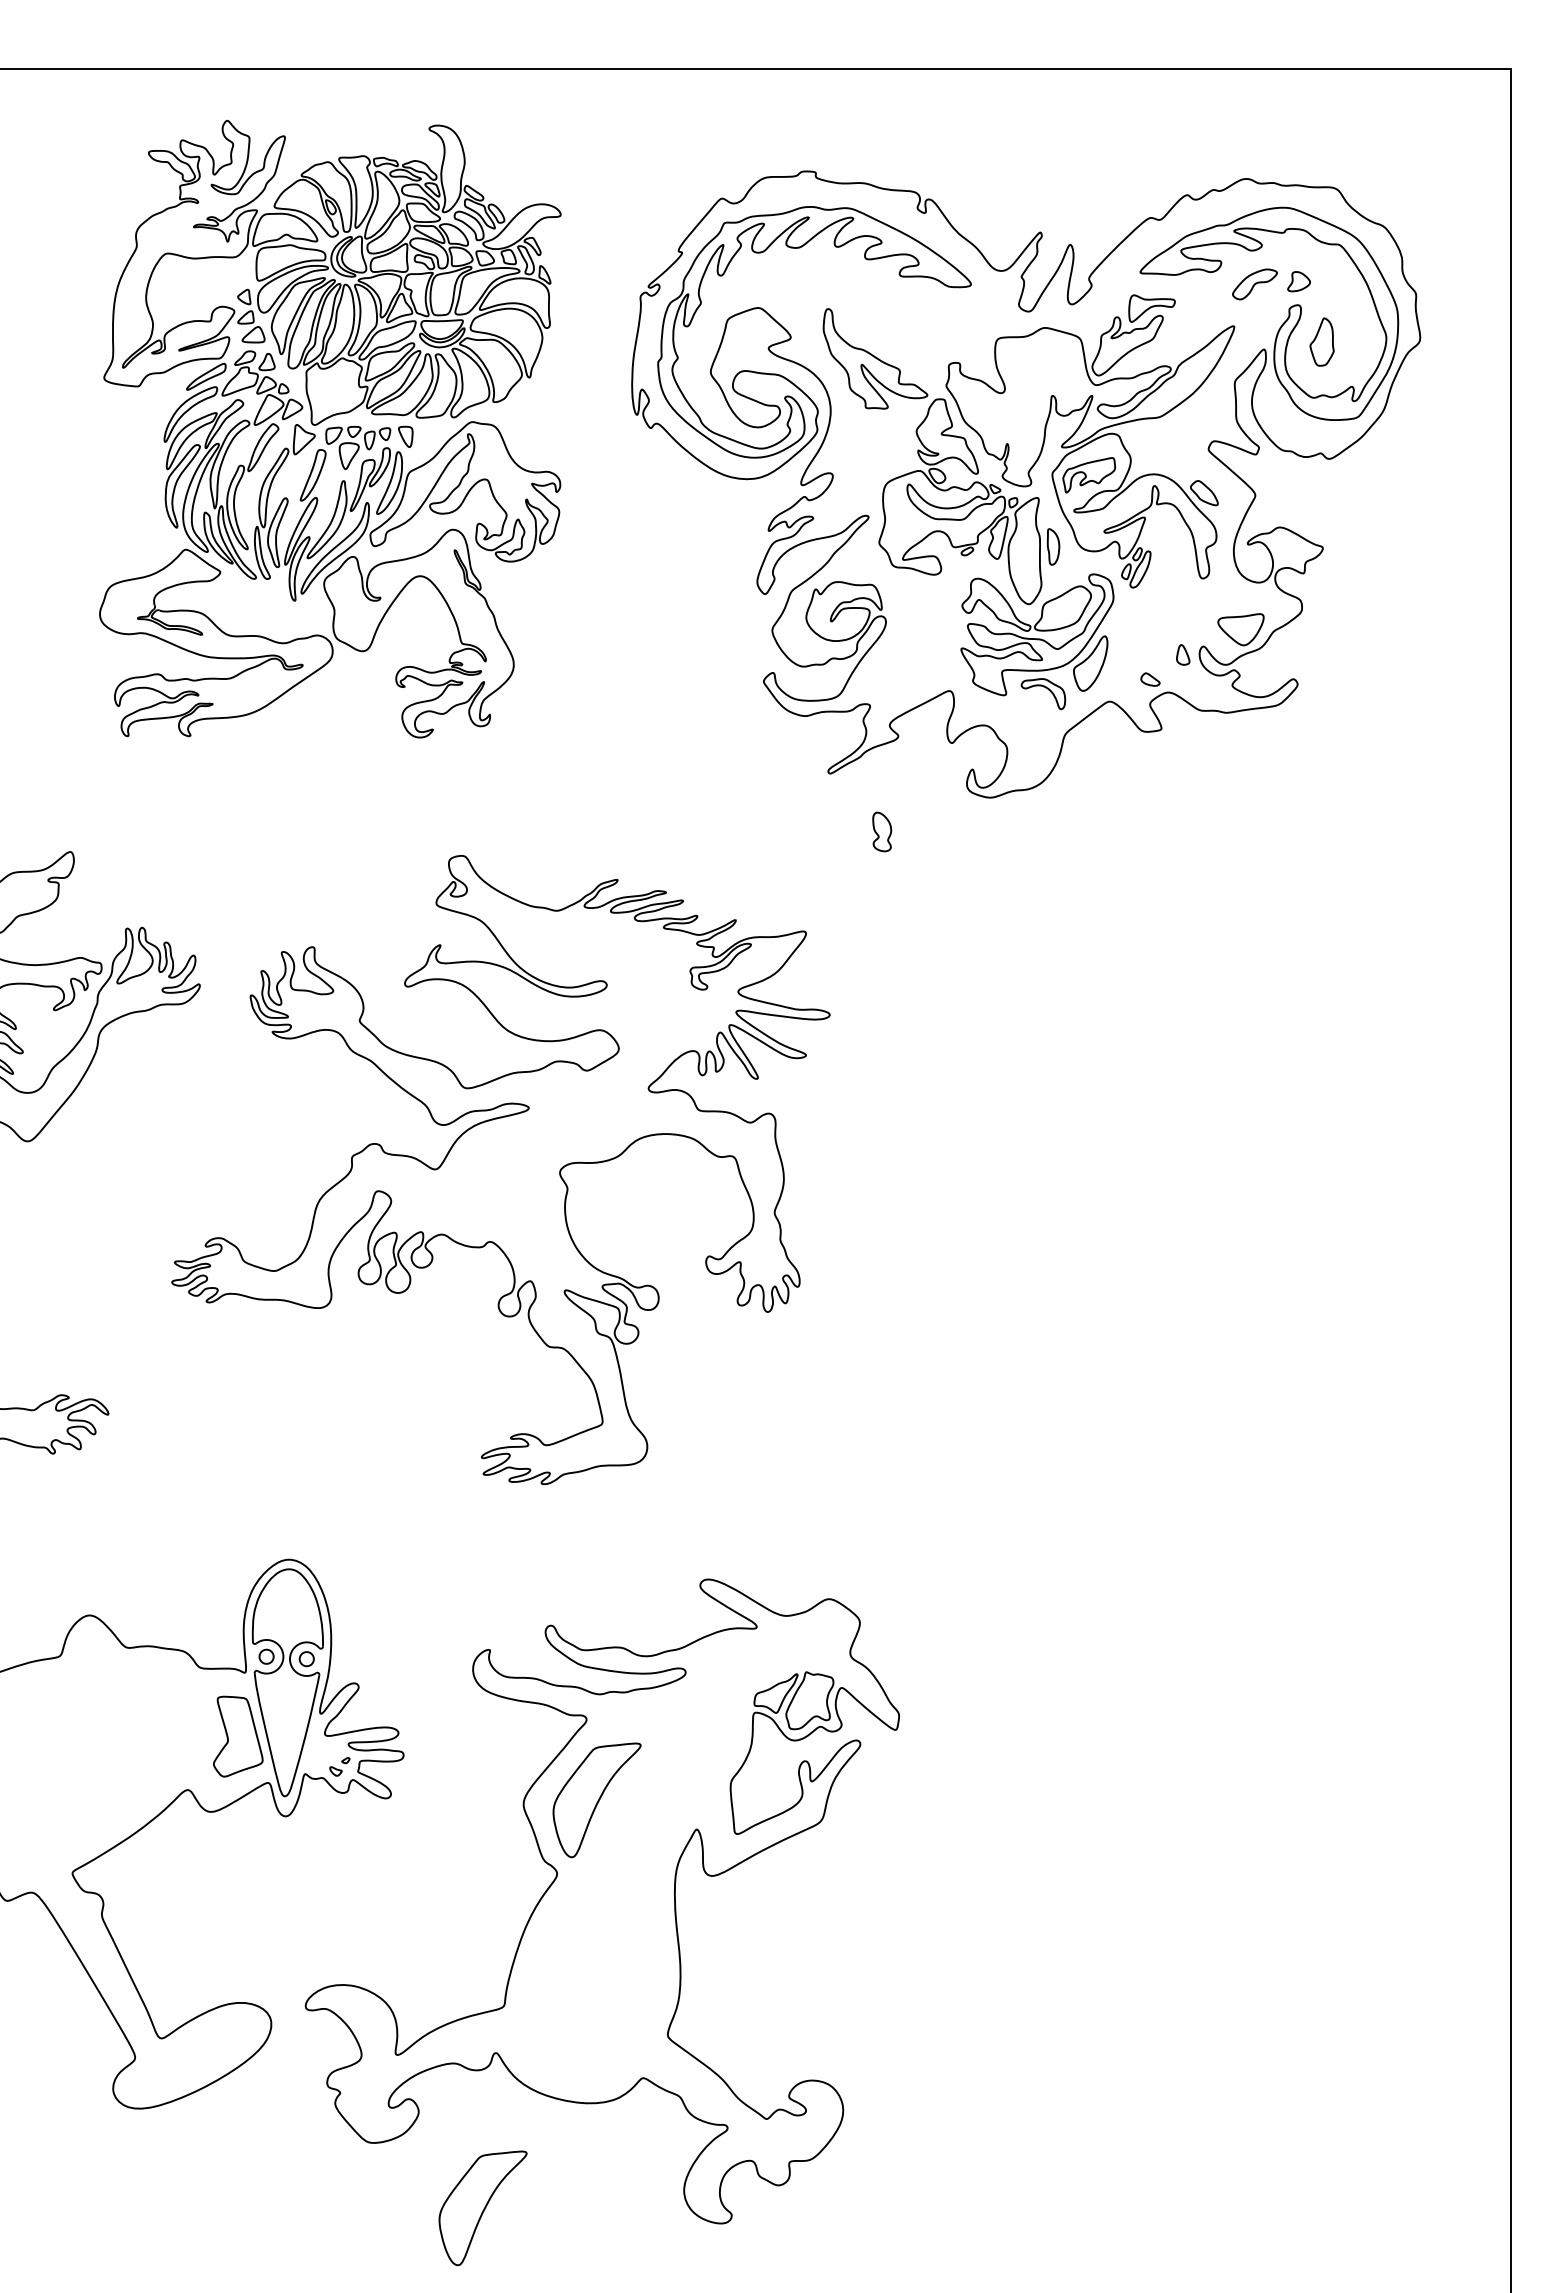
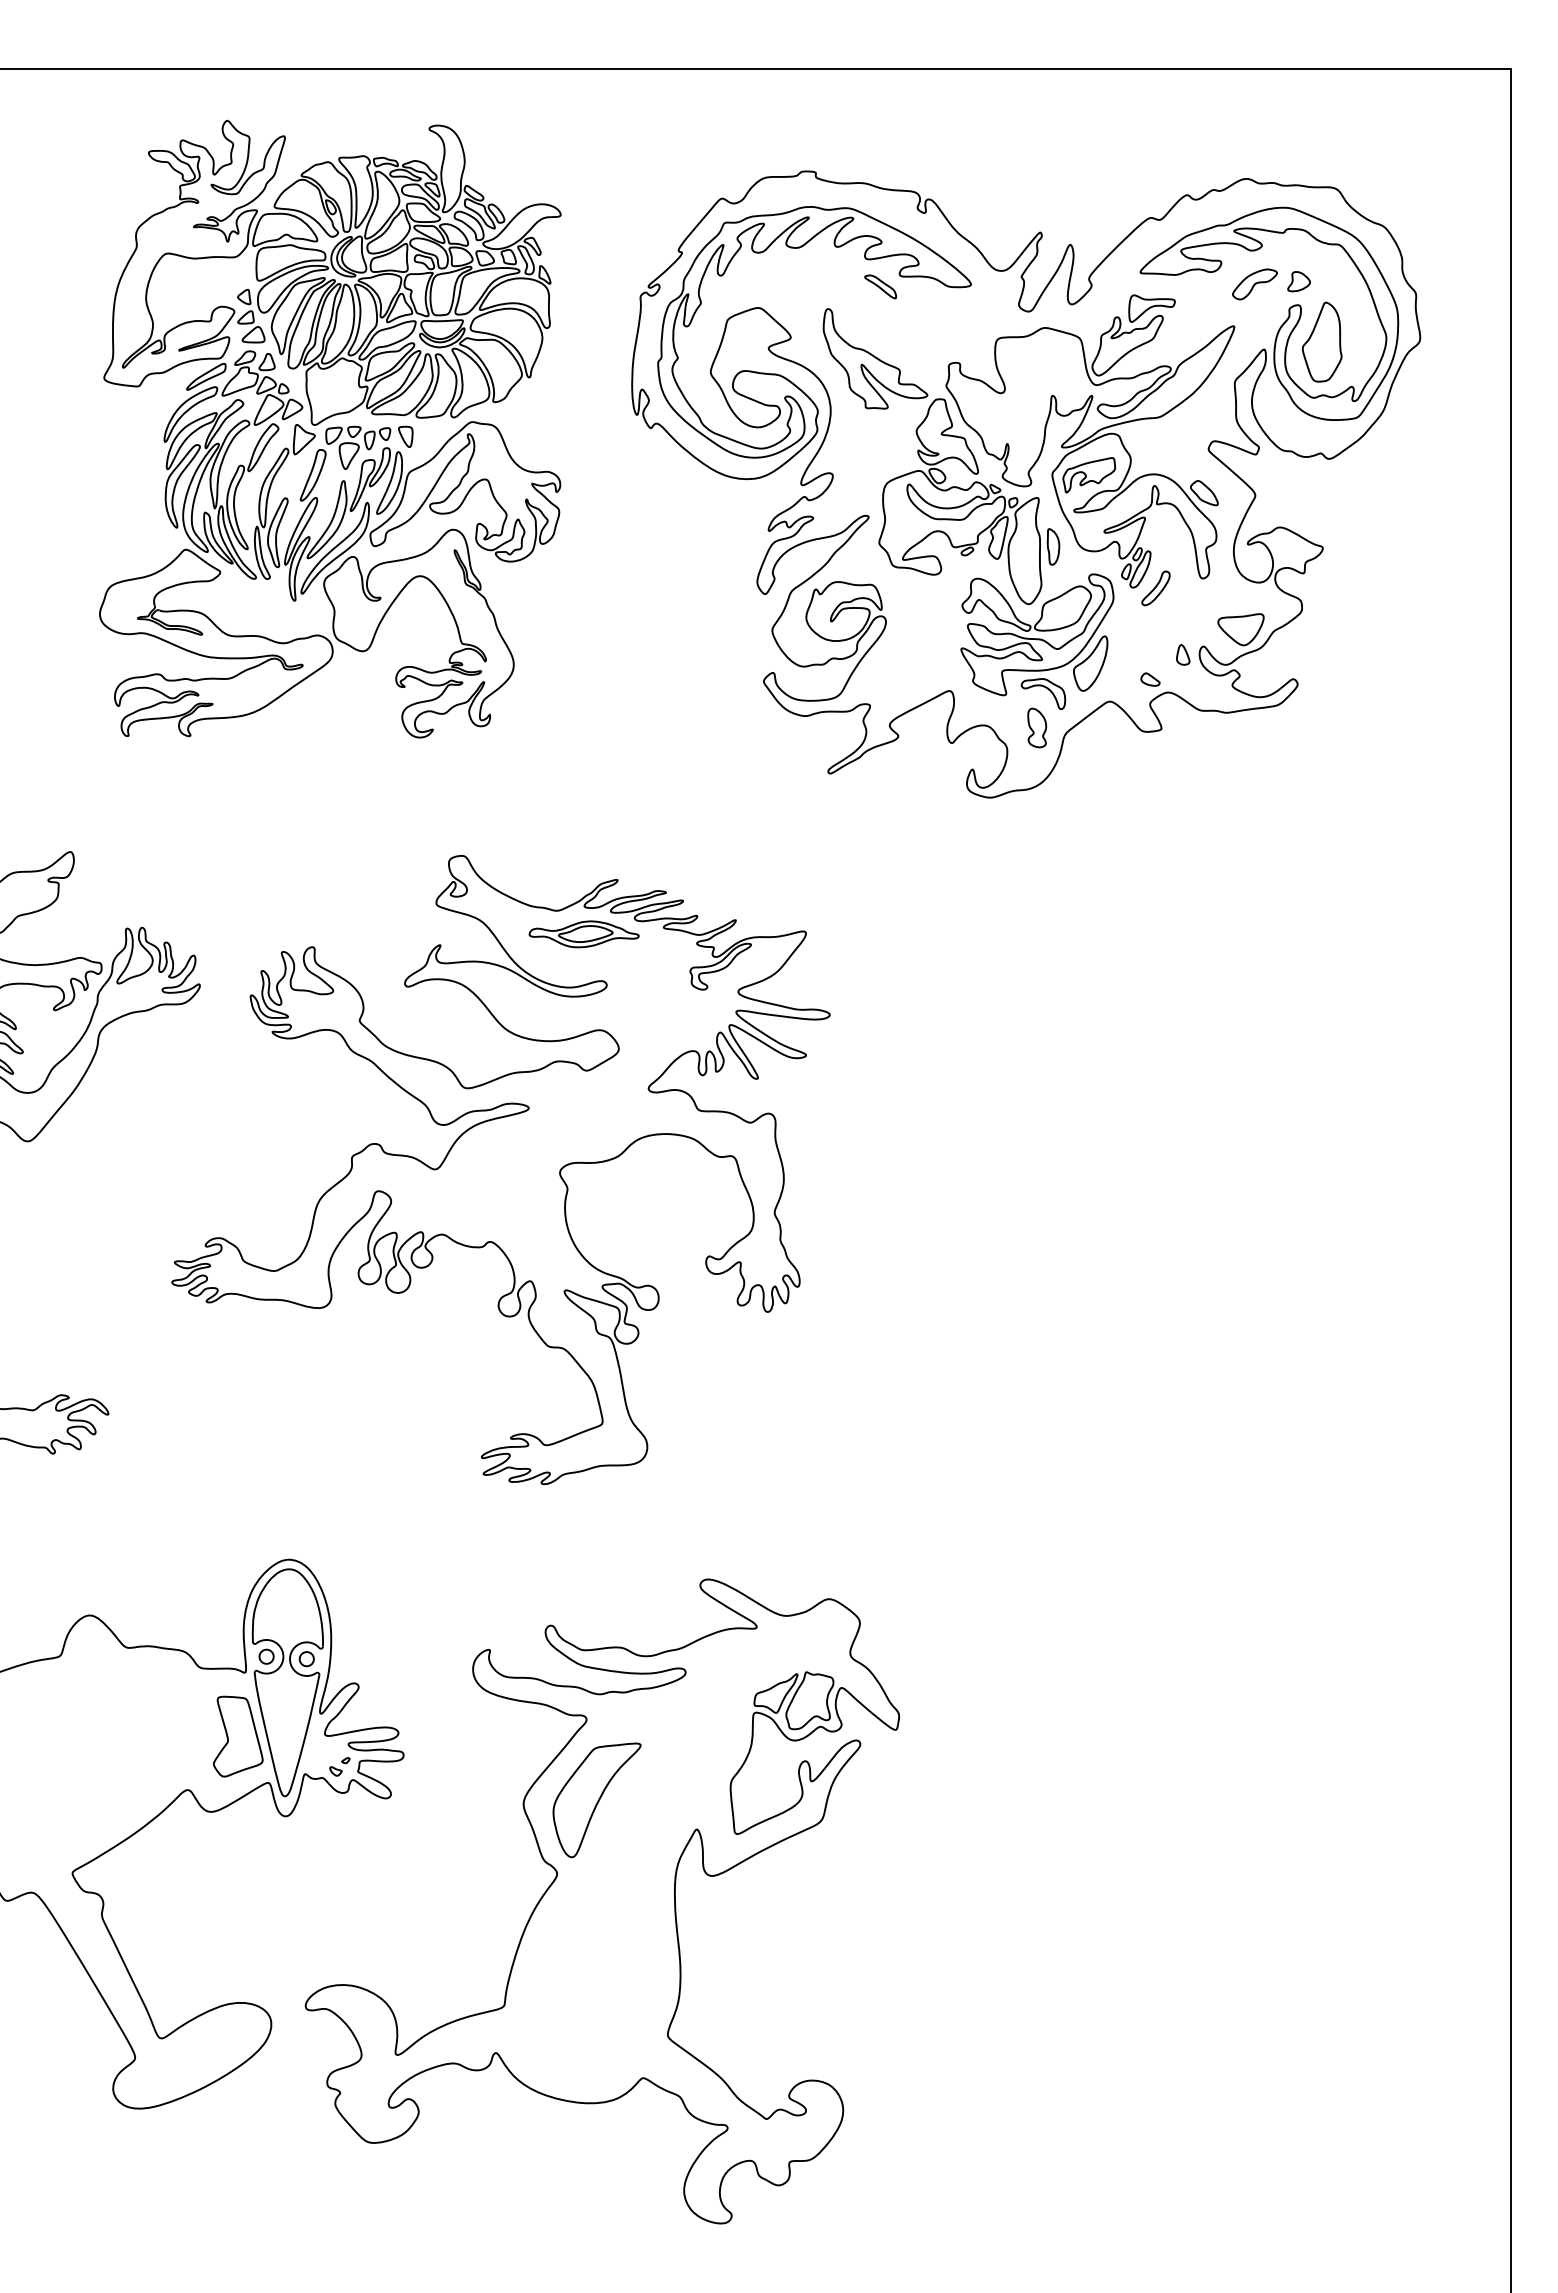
part at (880, 286): none -> present
part at (1321, 341) size: 26x50 px -> 42x82 px
part at (1155, 588): none -> present
part at (882, 831) position: (882, 831) -> (1037, 727)
part at (583, 934): none -> present
part at (482, 2208): present -> none
